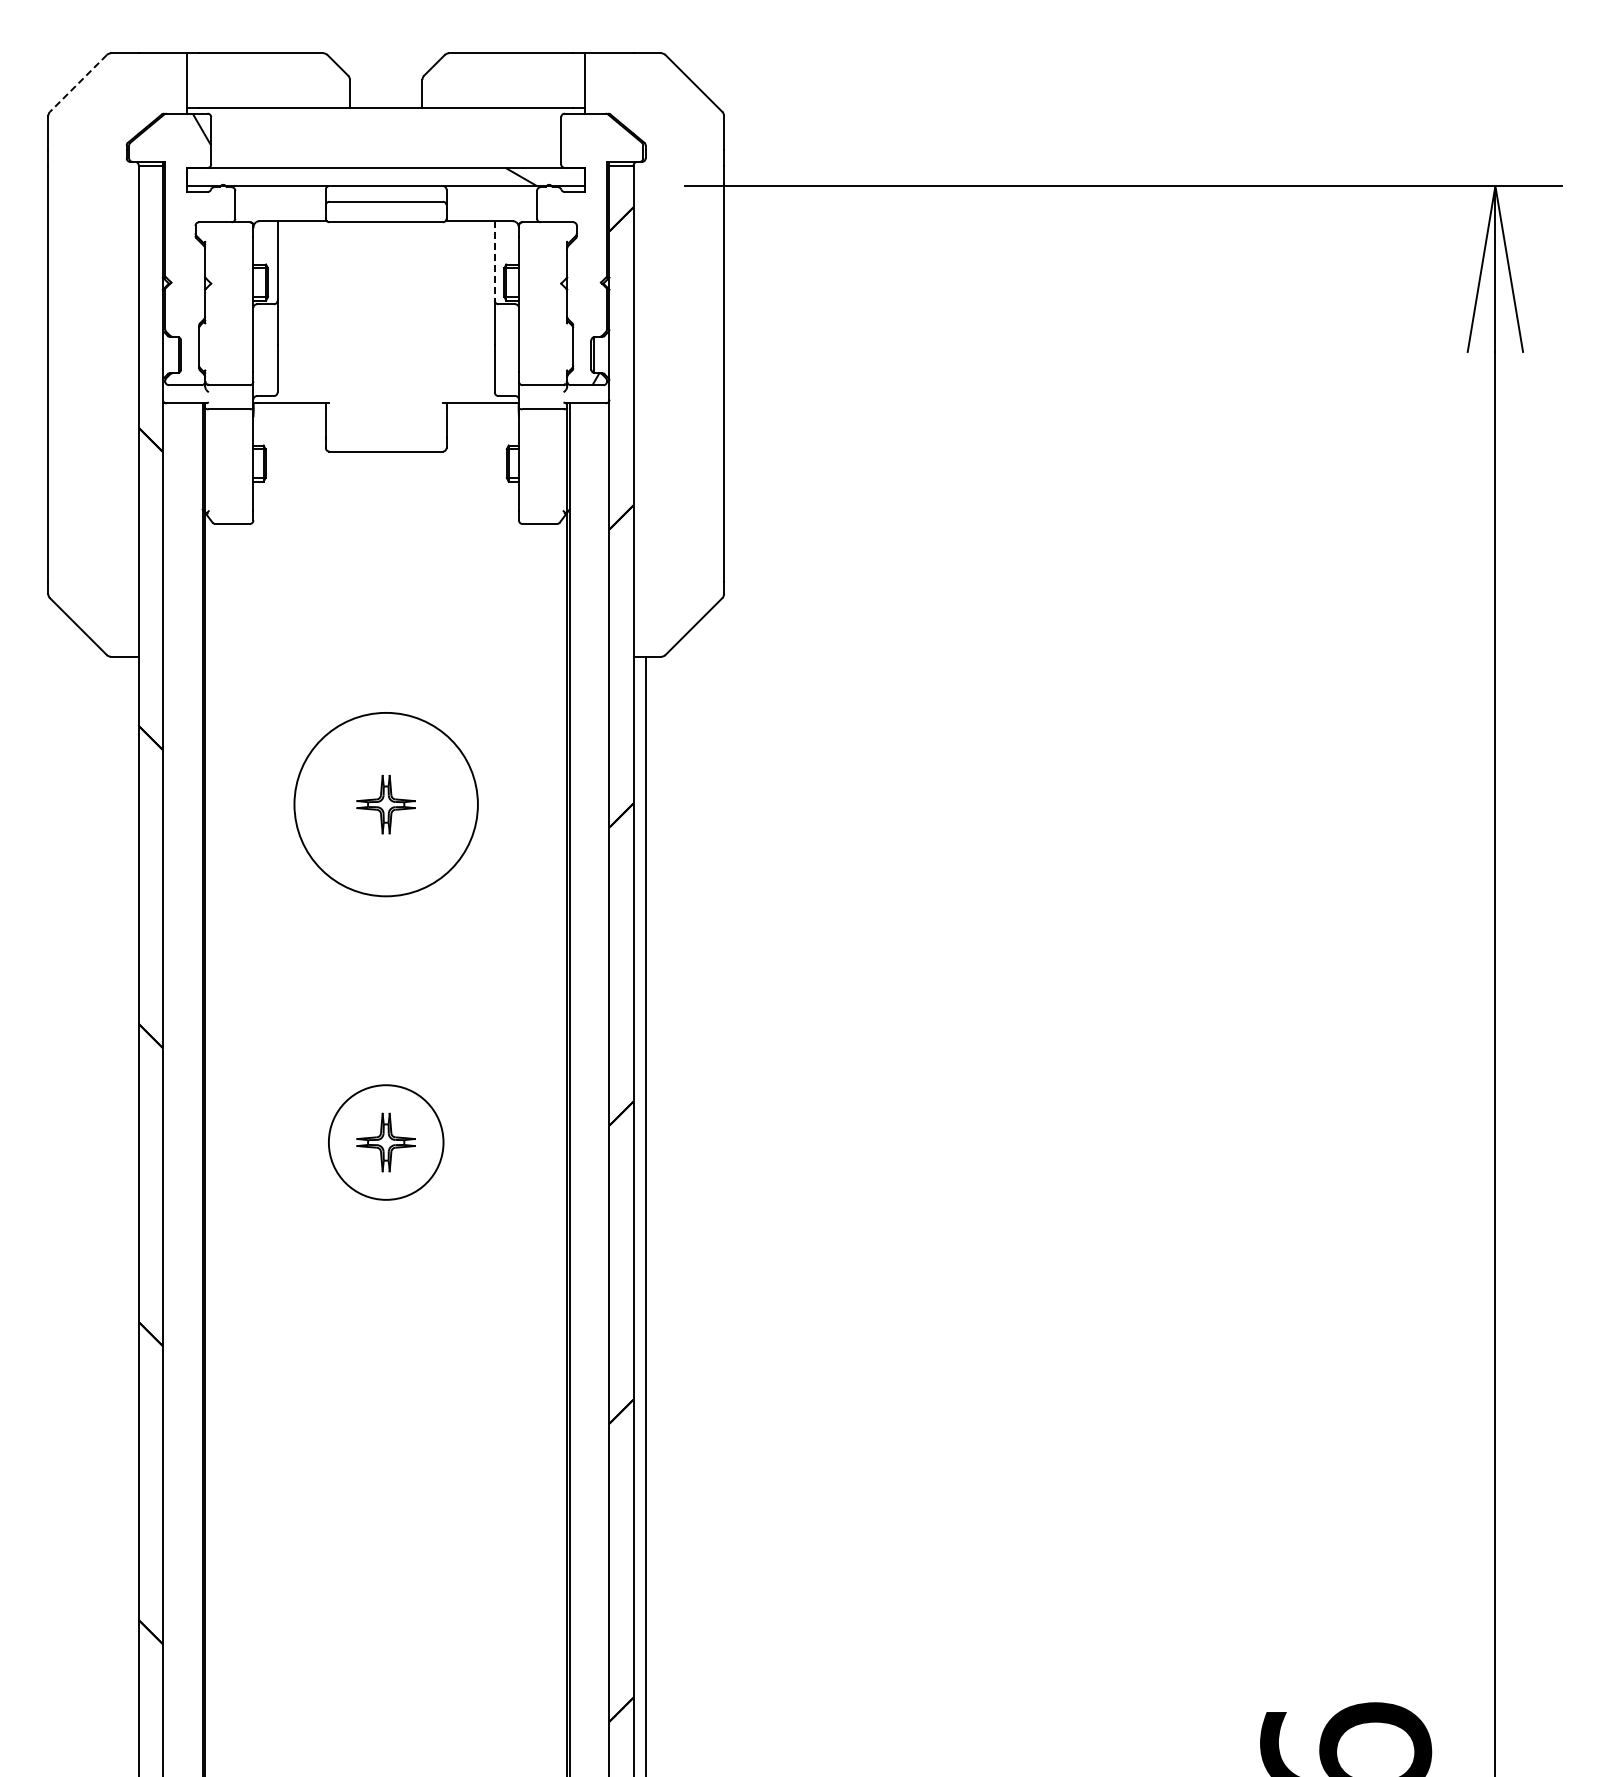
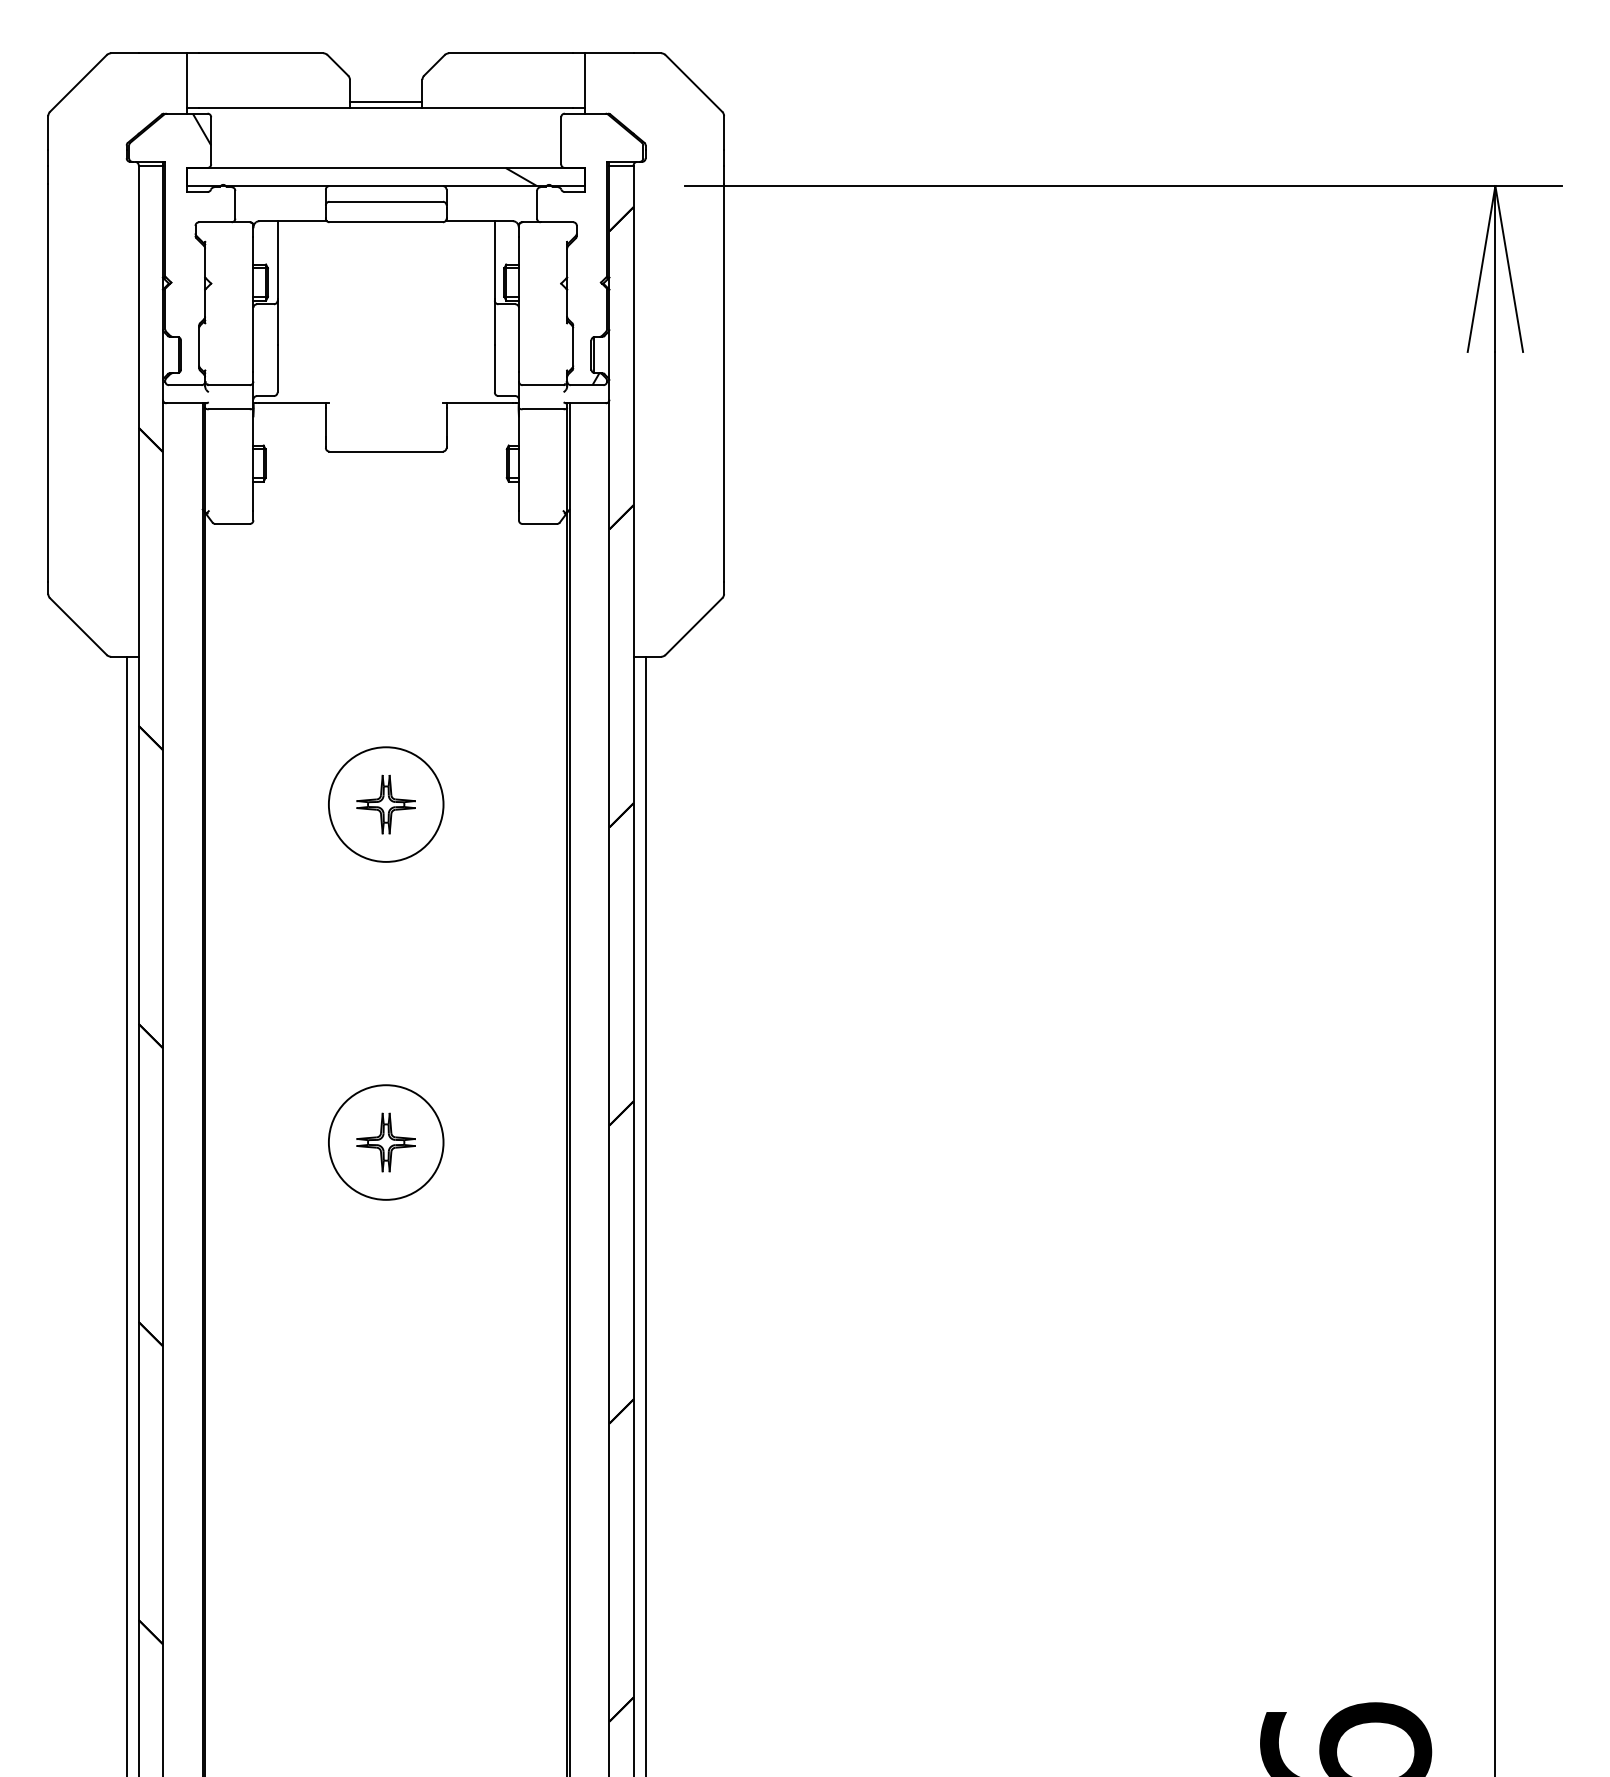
line at (78, 83): dashed -> solid
line at (385, 101): none -> present
line at (494, 259): dashed -> solid
circle at (385, 804) diameter: 183 px -> 115 px
line at (126, 1214): none -> present
